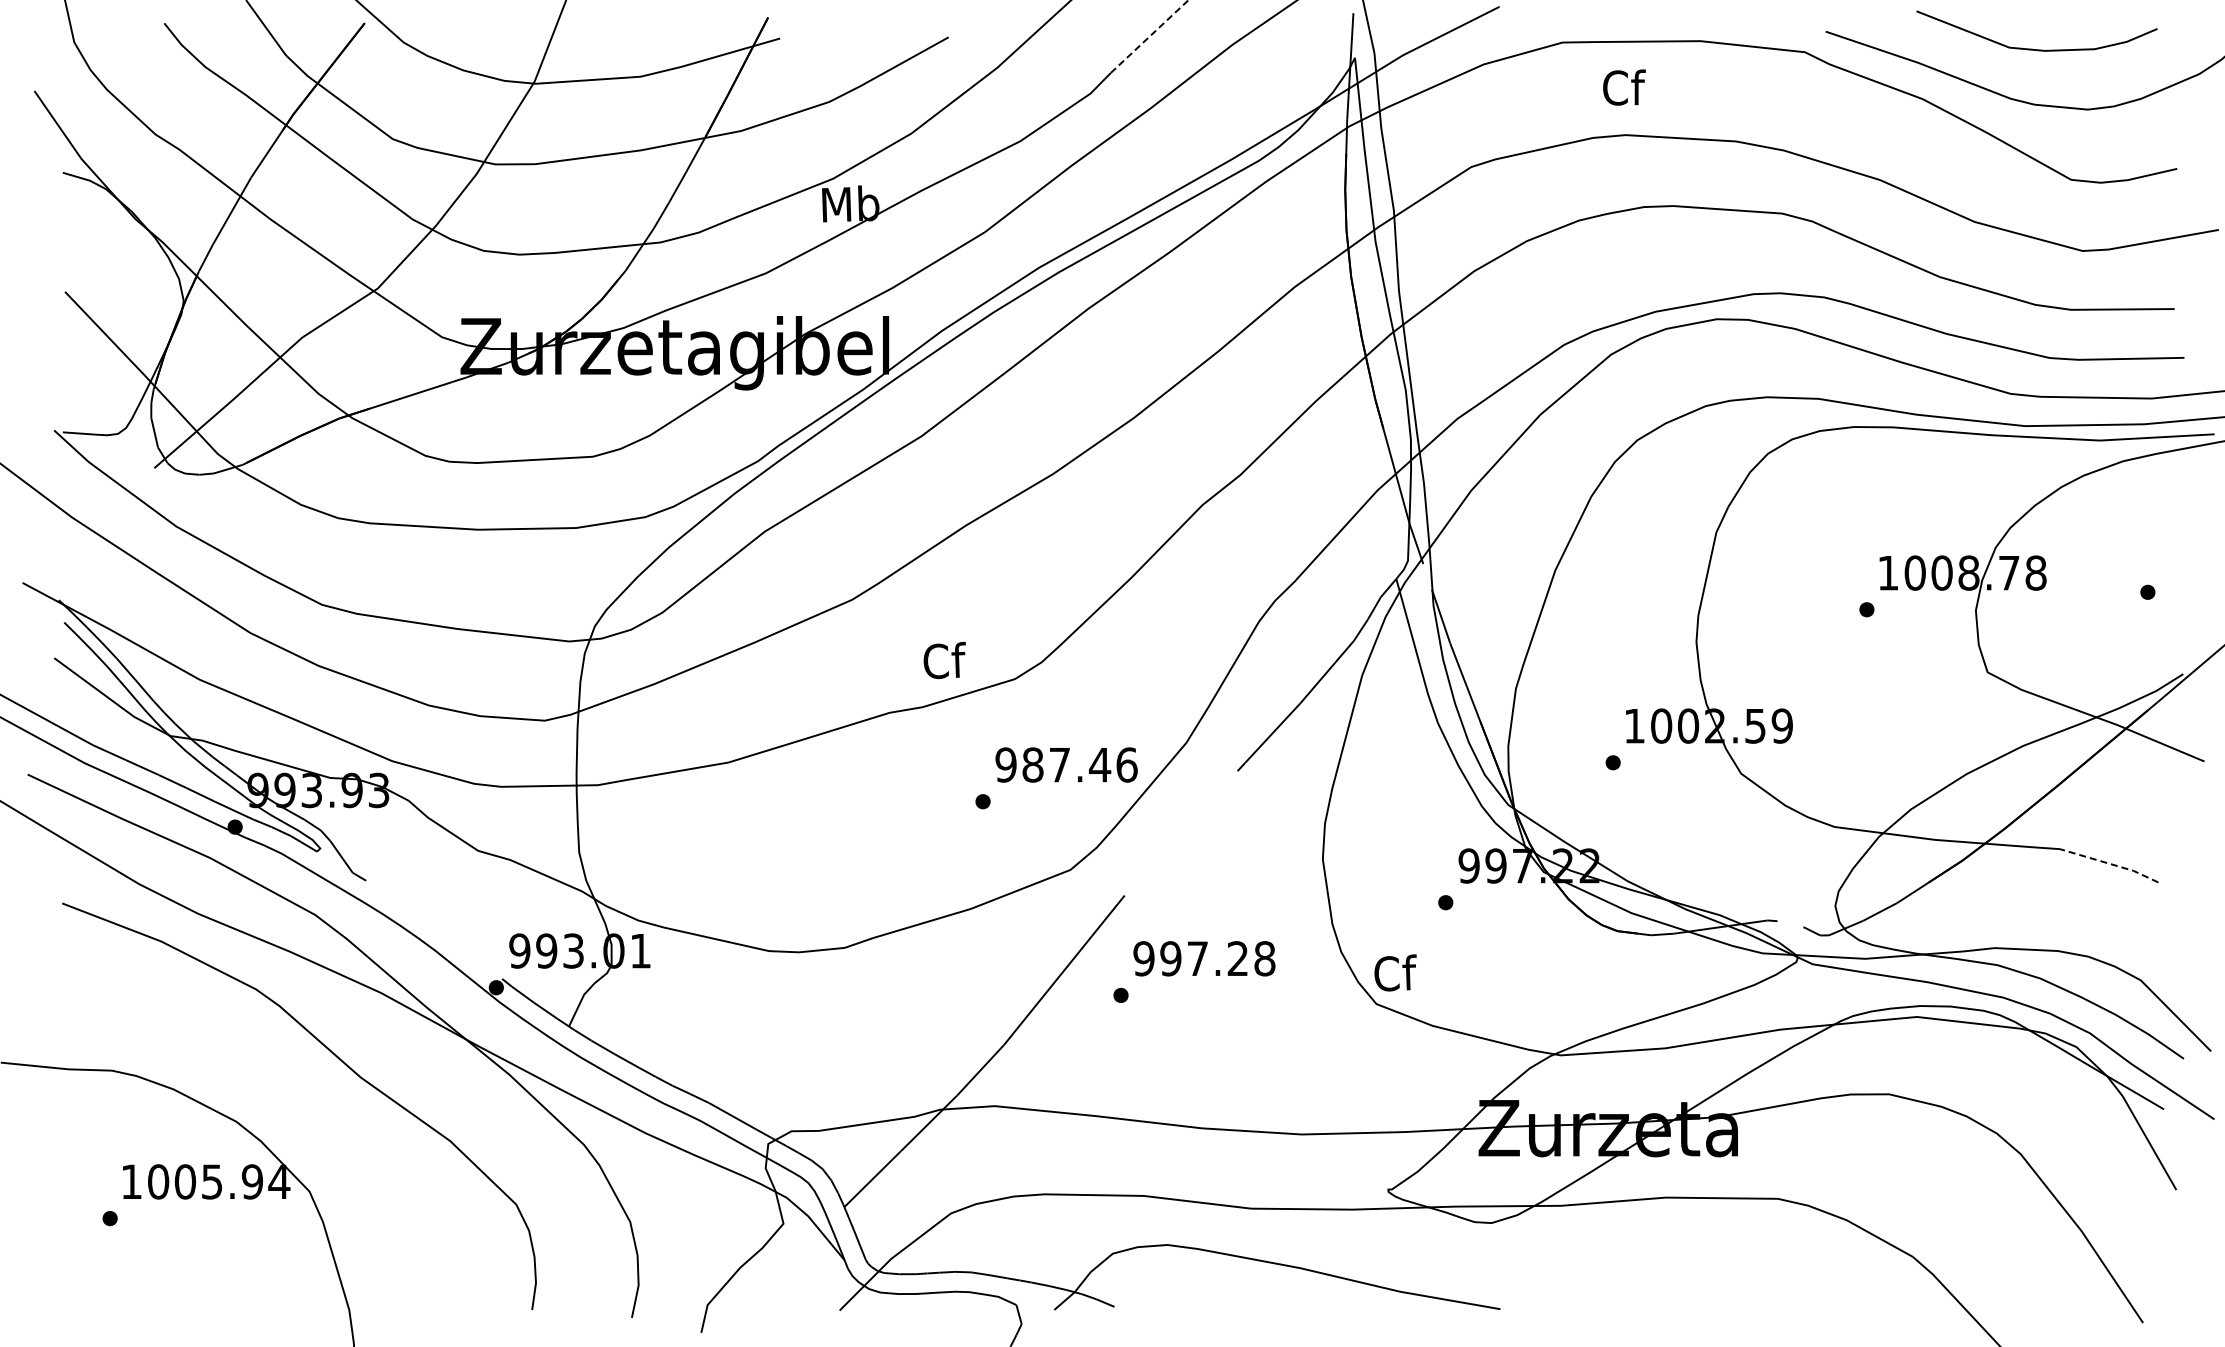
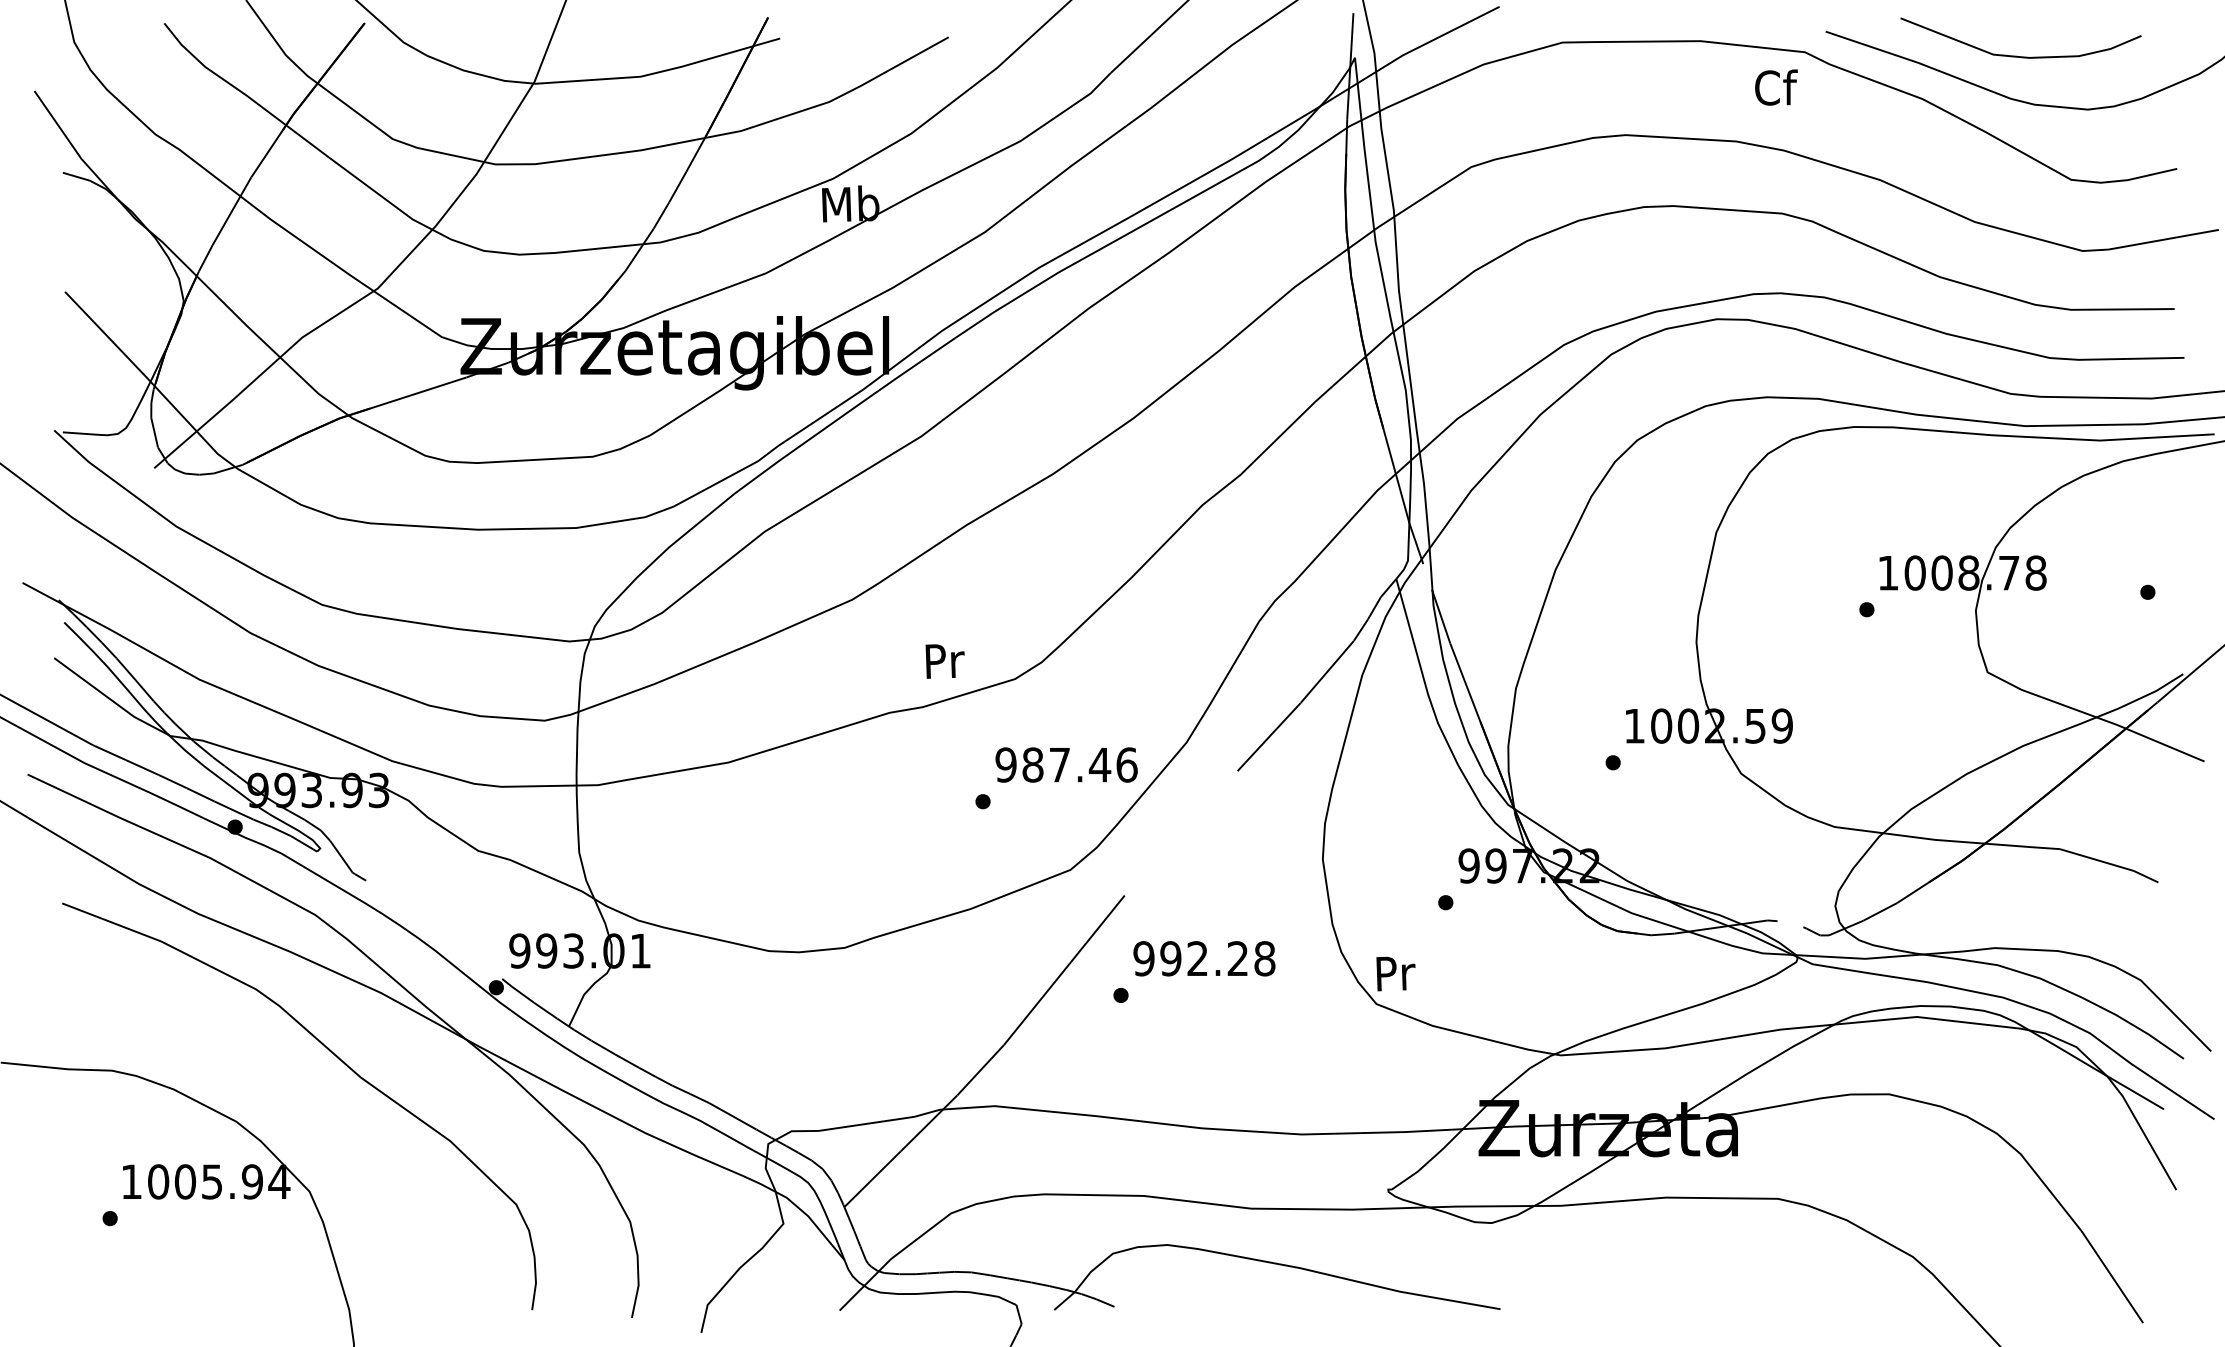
line at (1150, 36): dashed -> solid
curve at (2032, 48) position: (2032, 48) -> (2016, 55)
text at (1624, 87) position: (1624, 87) -> (1776, 87)
text at (944, 660): Cf -> Pr
line at (2110, 864): dashed -> solid
text at (1197, 958): 997.28 -> 992.28
text at (1395, 972): Cf -> Pr
